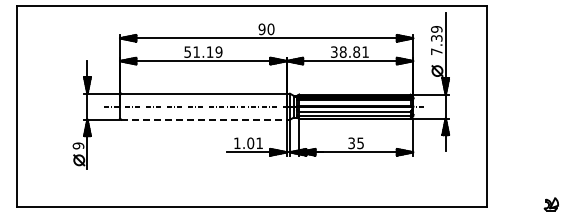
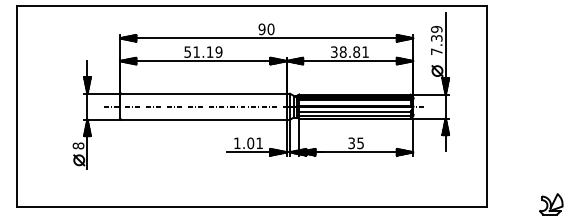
line at (204, 119): dashed -> solid
text at (78, 145): 9 -> 8
part at (550, 204) size: 16x15 px -> 25x23 px
